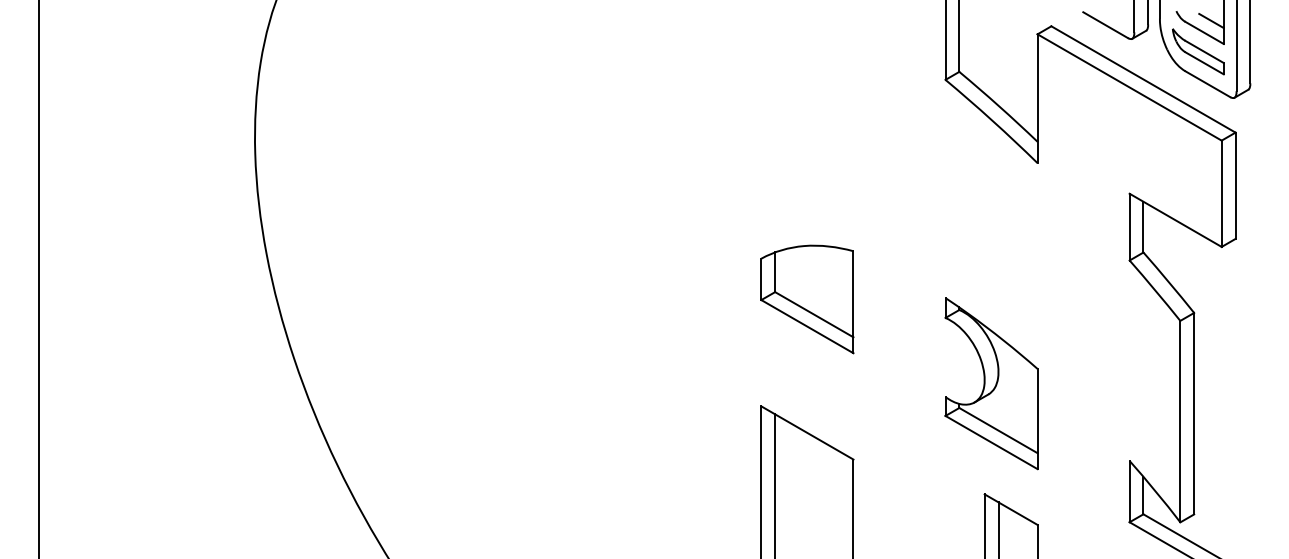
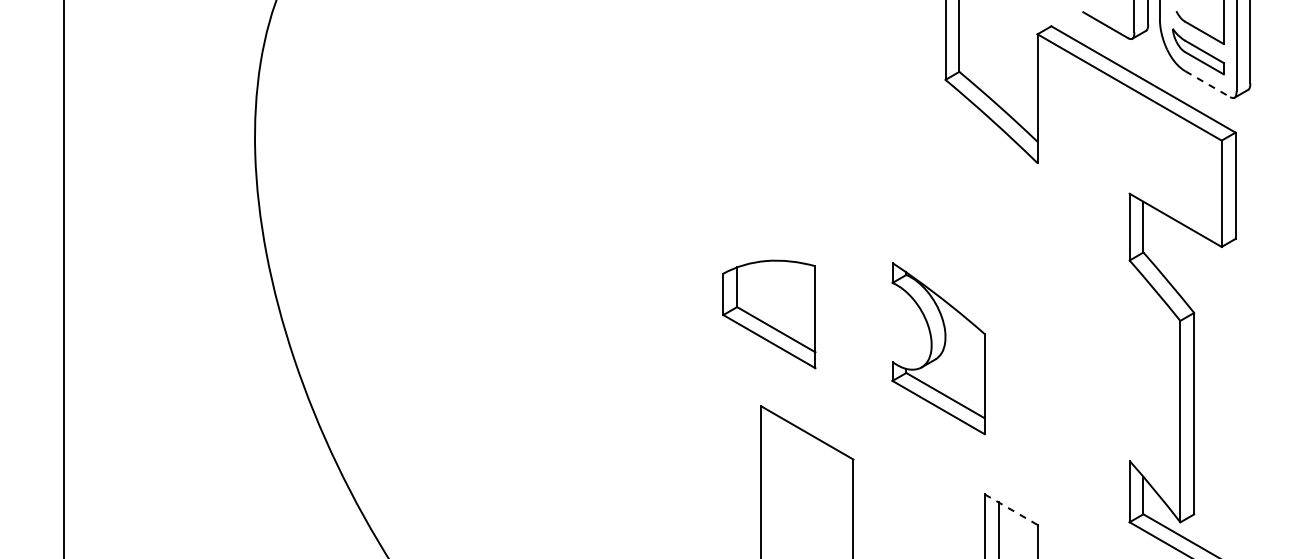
line at (1211, 20): present -> none
line at (1207, 84): solid -> dashed
line at (38, 278) position: (38, 278) -> (63, 278)
part at (807, 299) position: (807, 299) -> (769, 314)
part at (991, 383) position: (991, 383) -> (938, 348)
line at (775, 484): present -> none
line at (1011, 509): solid -> dashed
